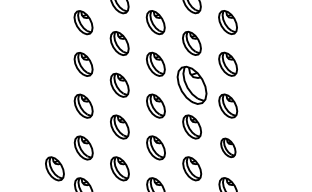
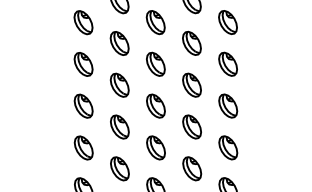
part at (191, 84) size: 32x40 px -> 20x26 px
part at (228, 147) size: 17x22 px -> 21x26 px
part at (54, 168): present -> none
